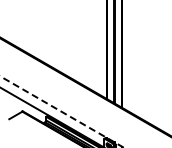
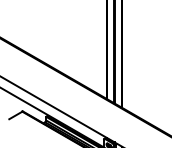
line at (62, 112): dashed -> solid
